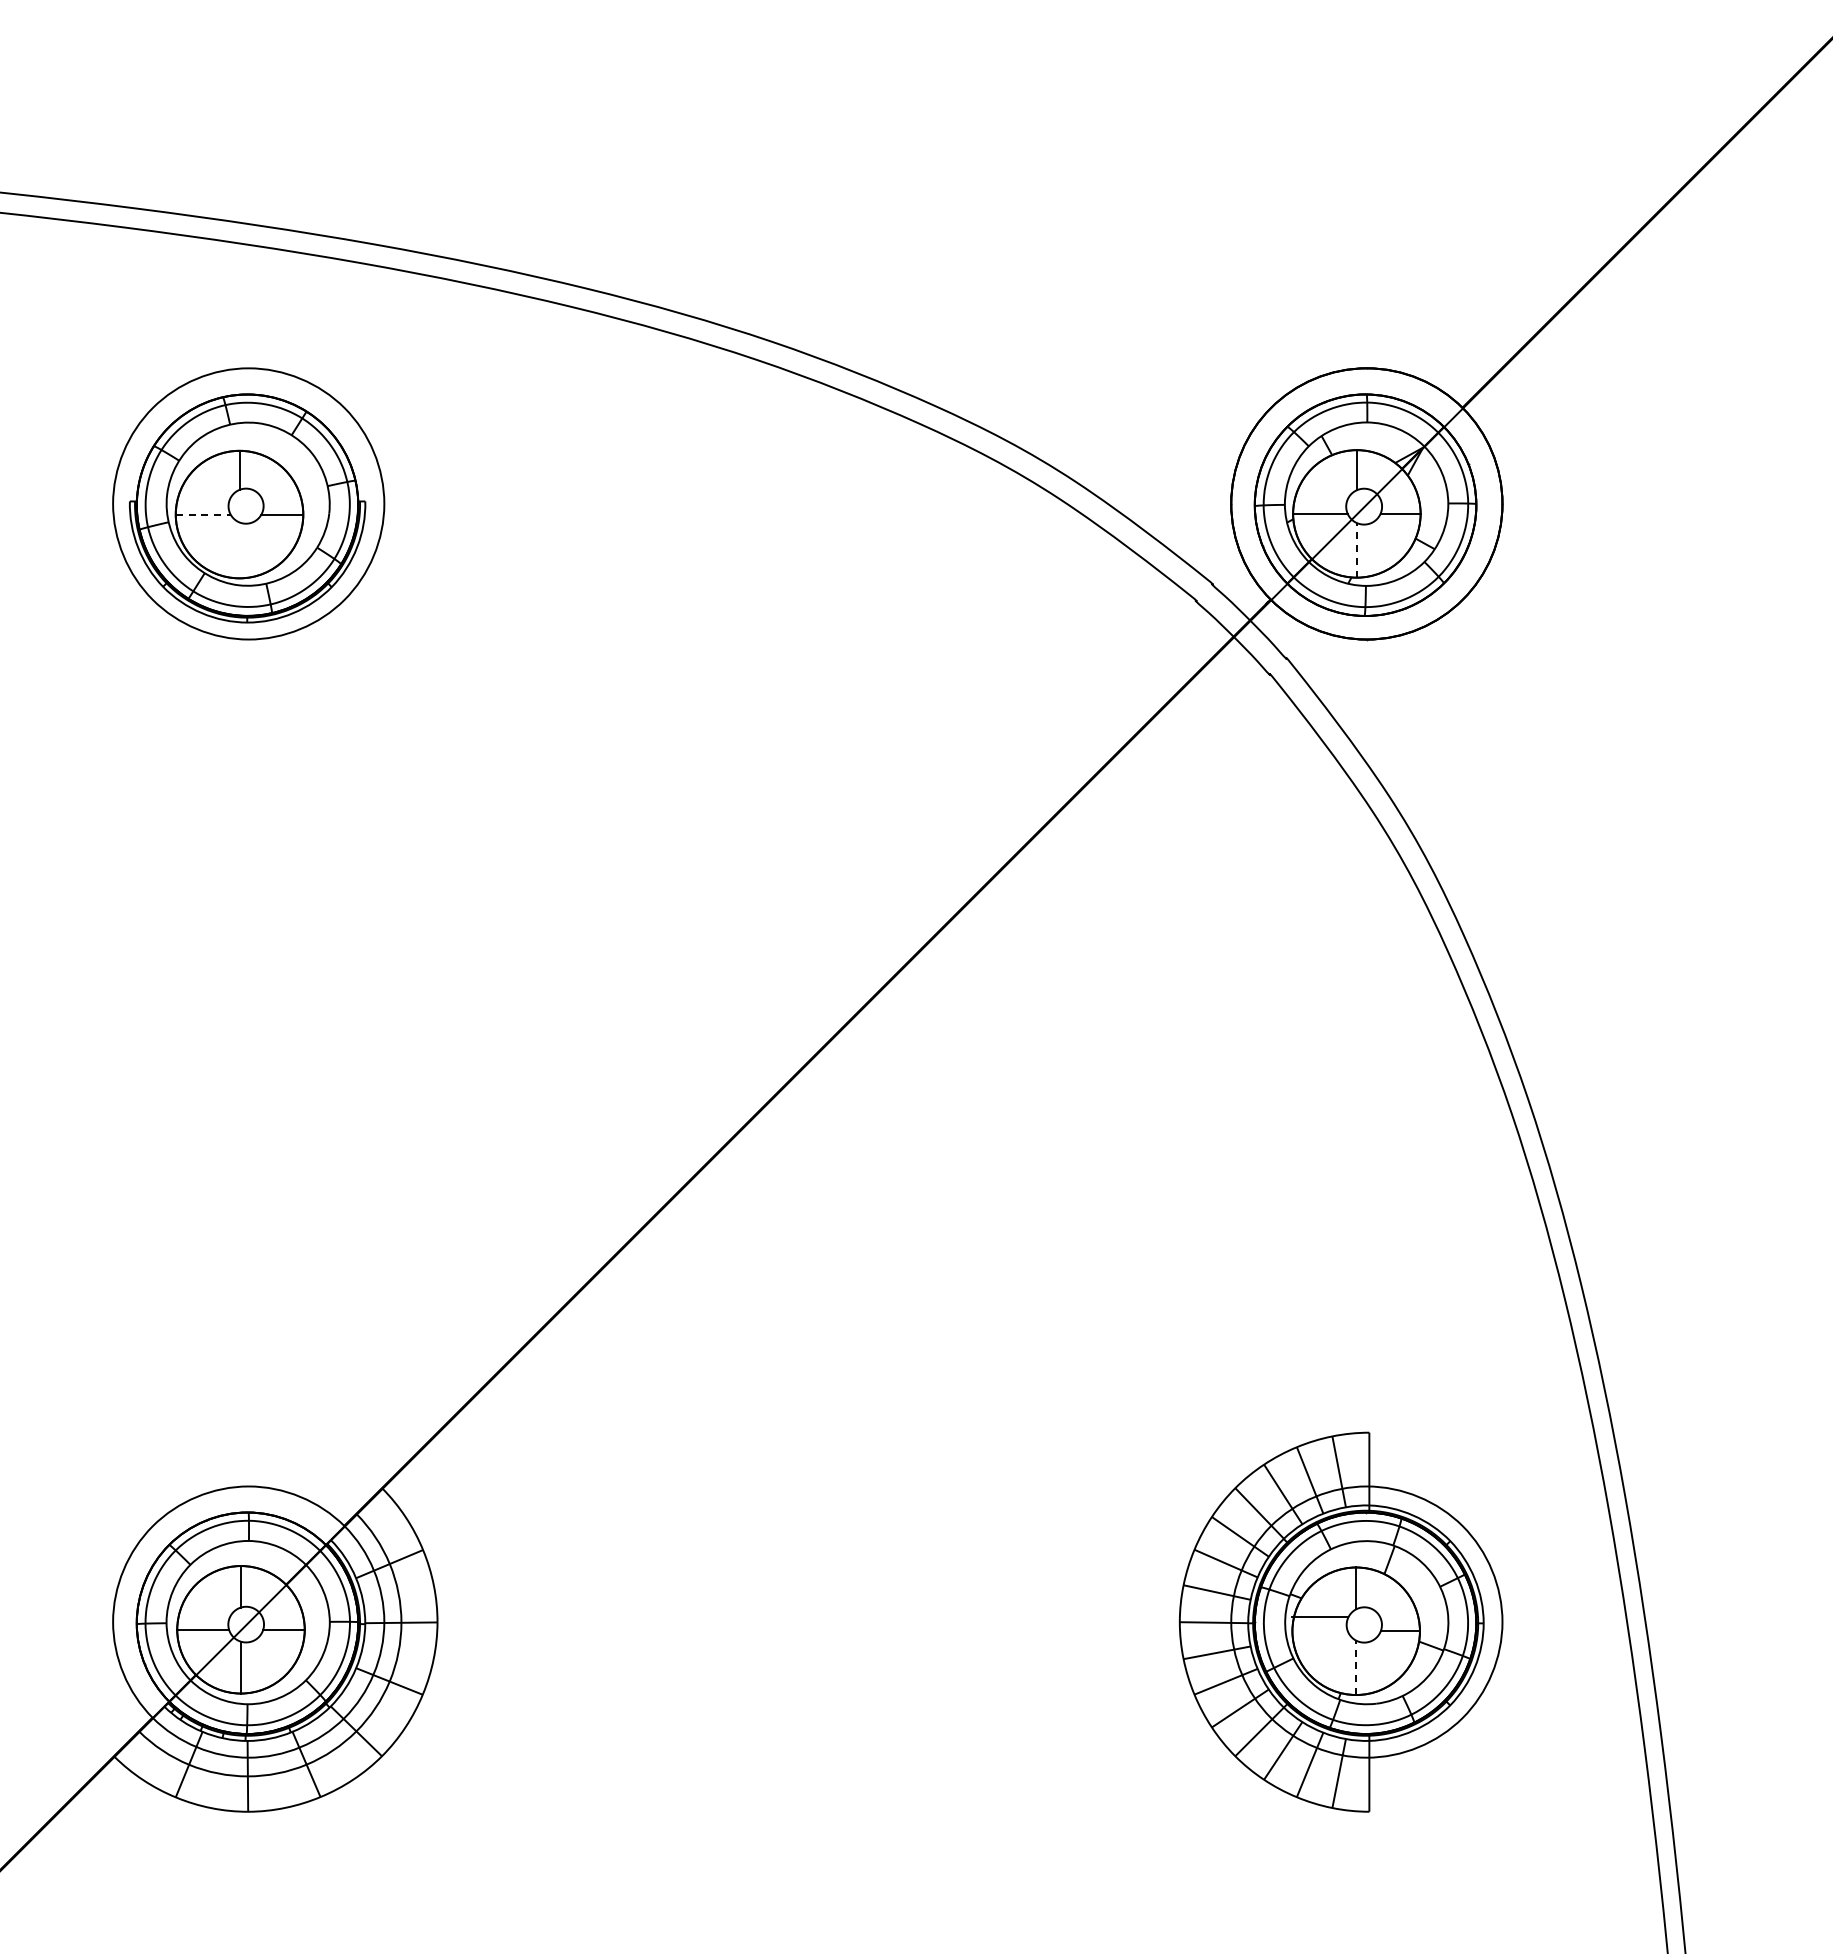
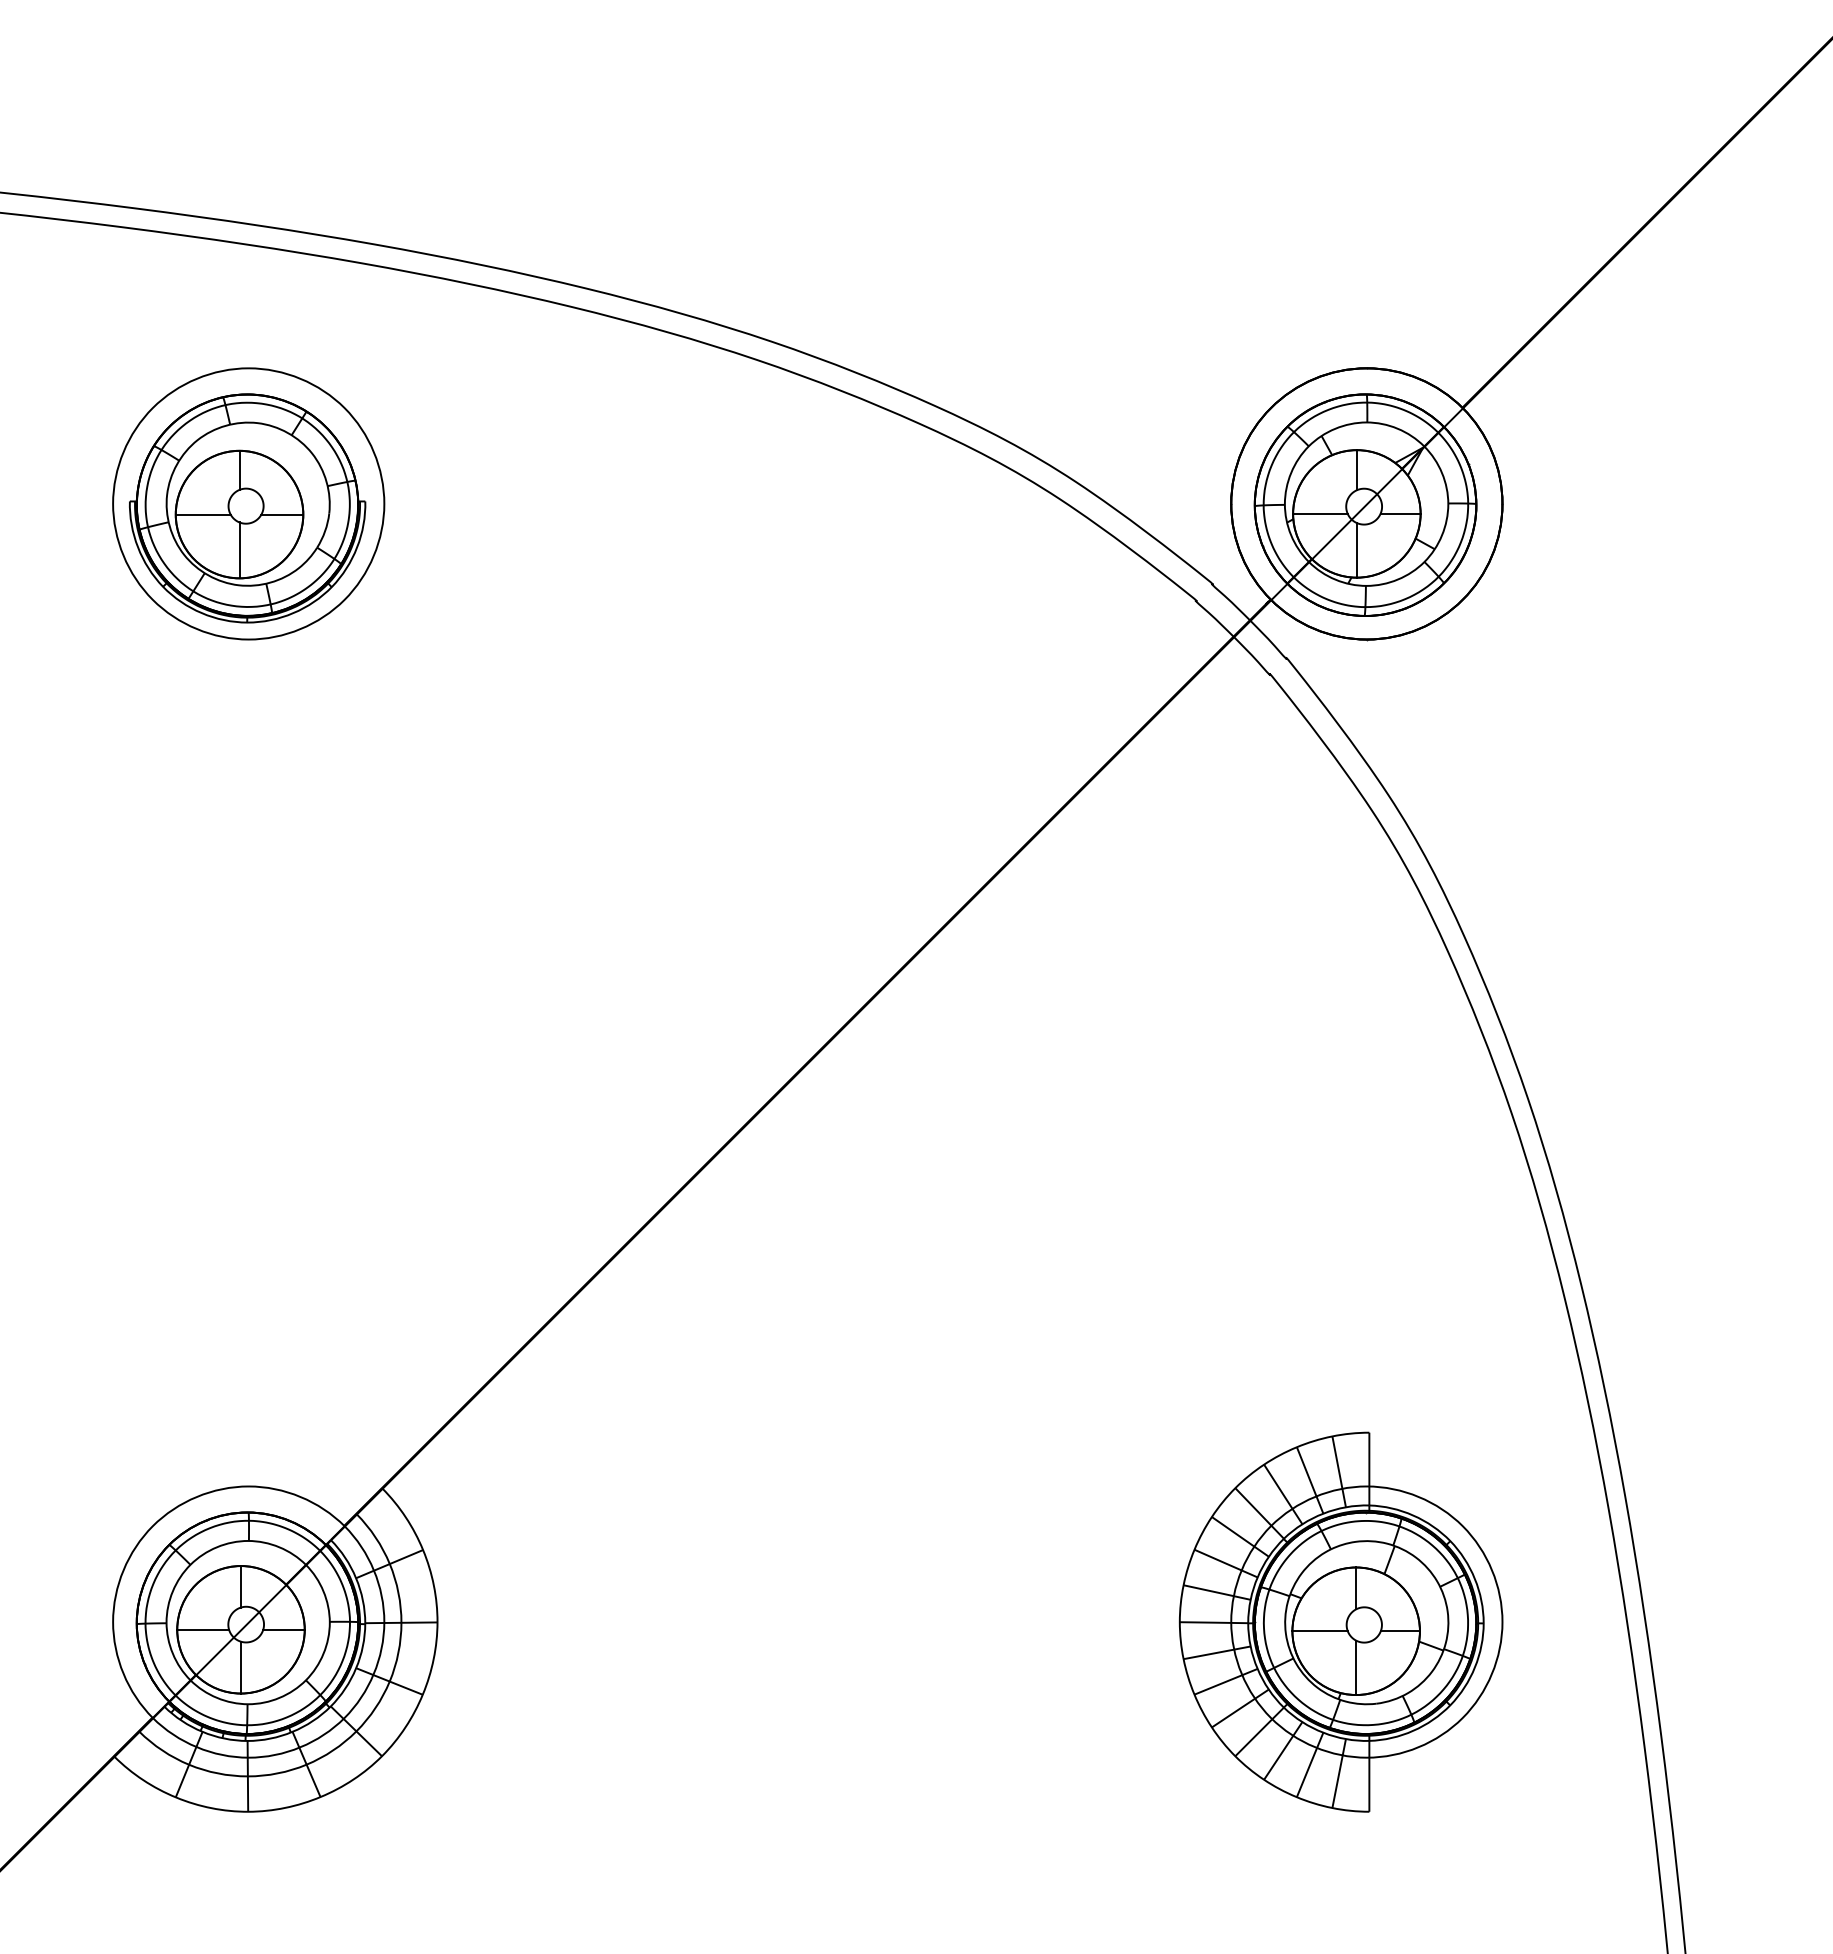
line at (203, 514): dashed -> solid
line at (1356, 549): dashed -> solid
line at (239, 550): none -> present
line at (1319, 1617) position: (1319, 1617) -> (1319, 1631)
line at (1356, 1667): dashed -> solid
